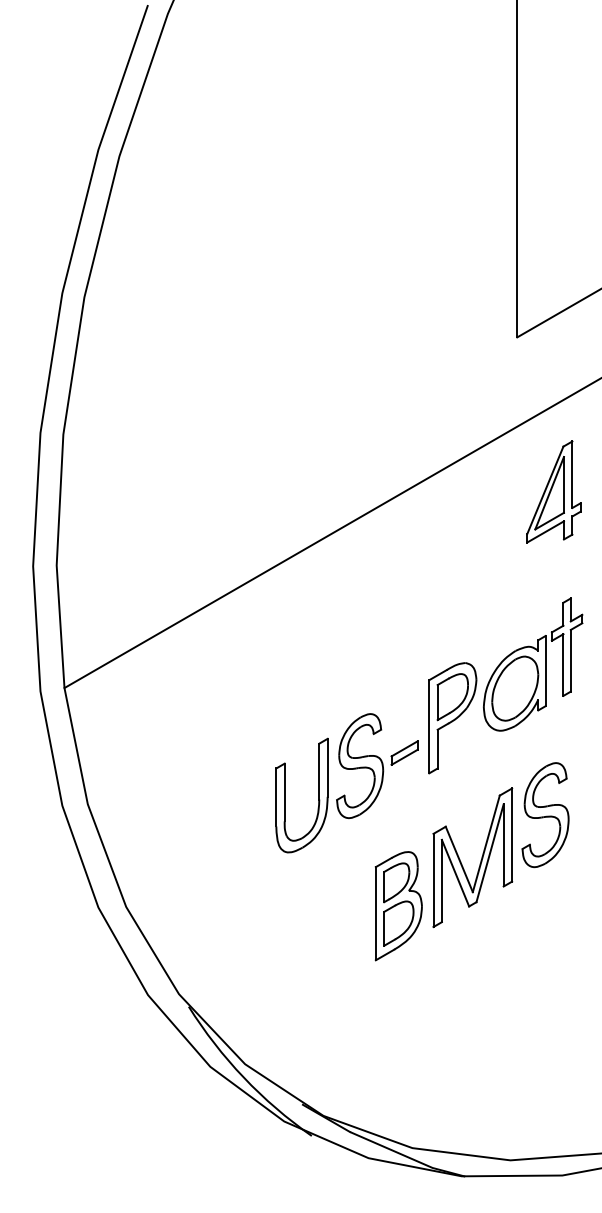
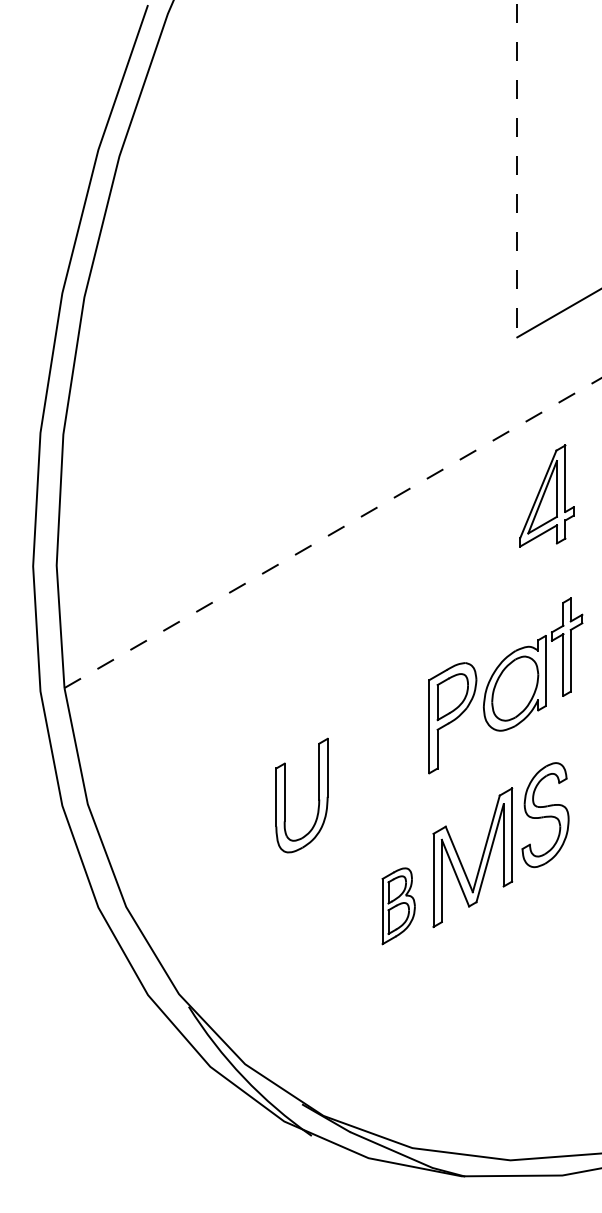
line at (517, 169): solid -> dashed
part at (553, 491) position: (553, 491) -> (546, 495)
line at (332, 533): solid -> dashed
part at (377, 766): present -> none
part at (398, 906) size: 49x111 px -> 35x79 px
